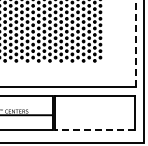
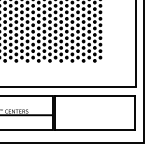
line at (136, 43): dashed -> solid
line at (94, 130): dashed -> solid
